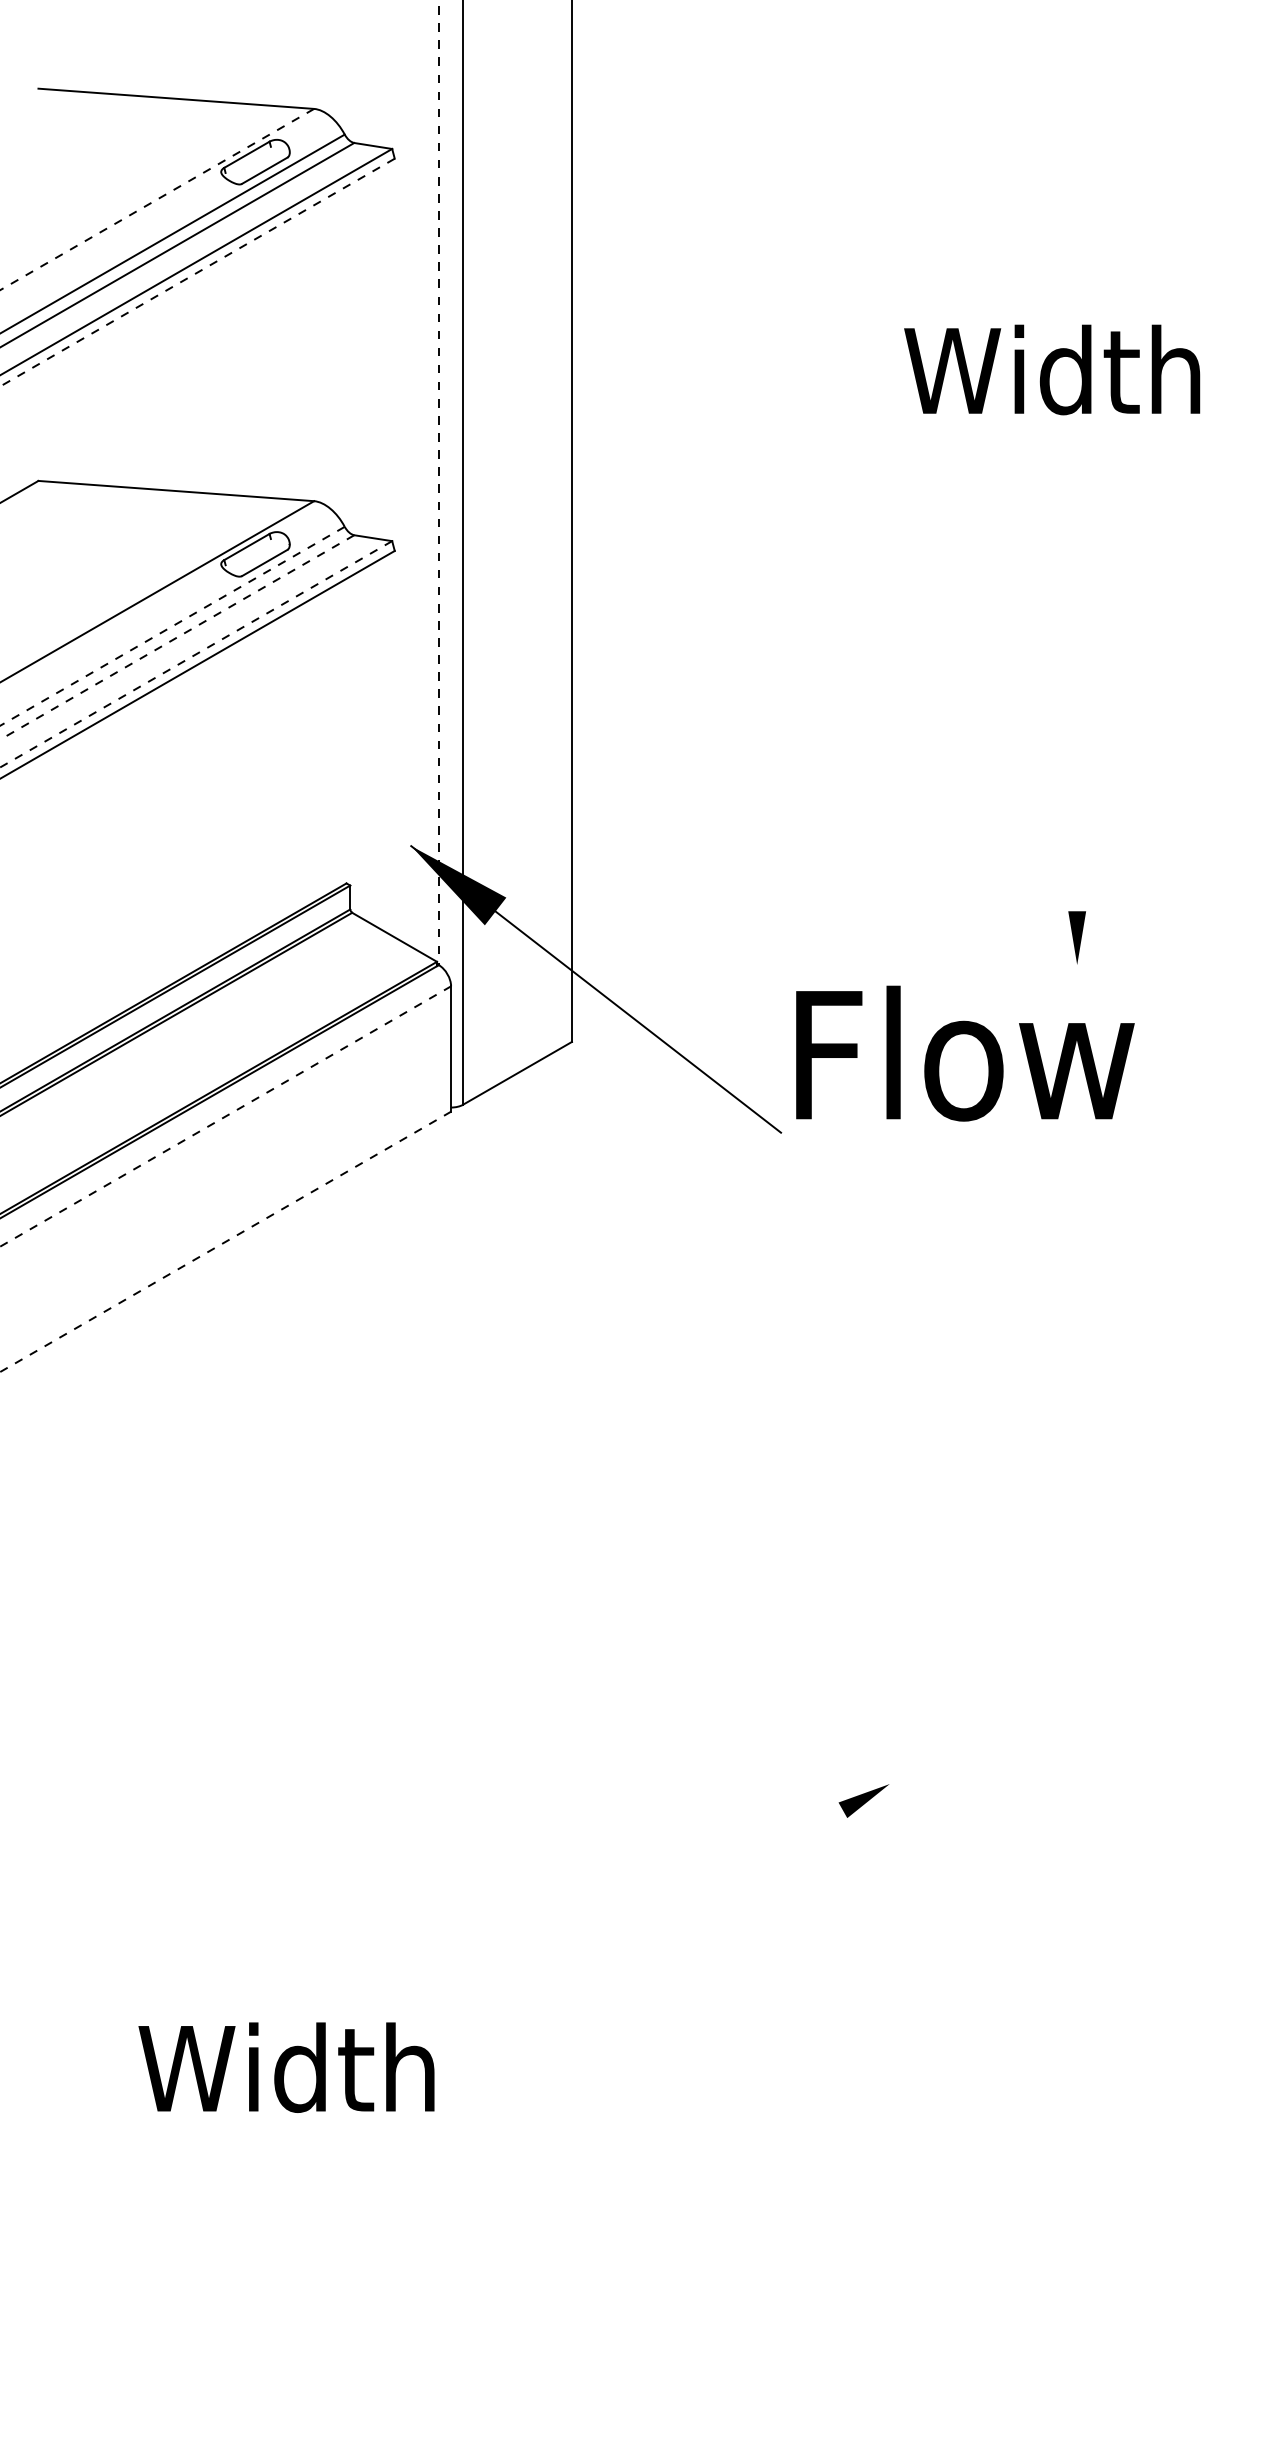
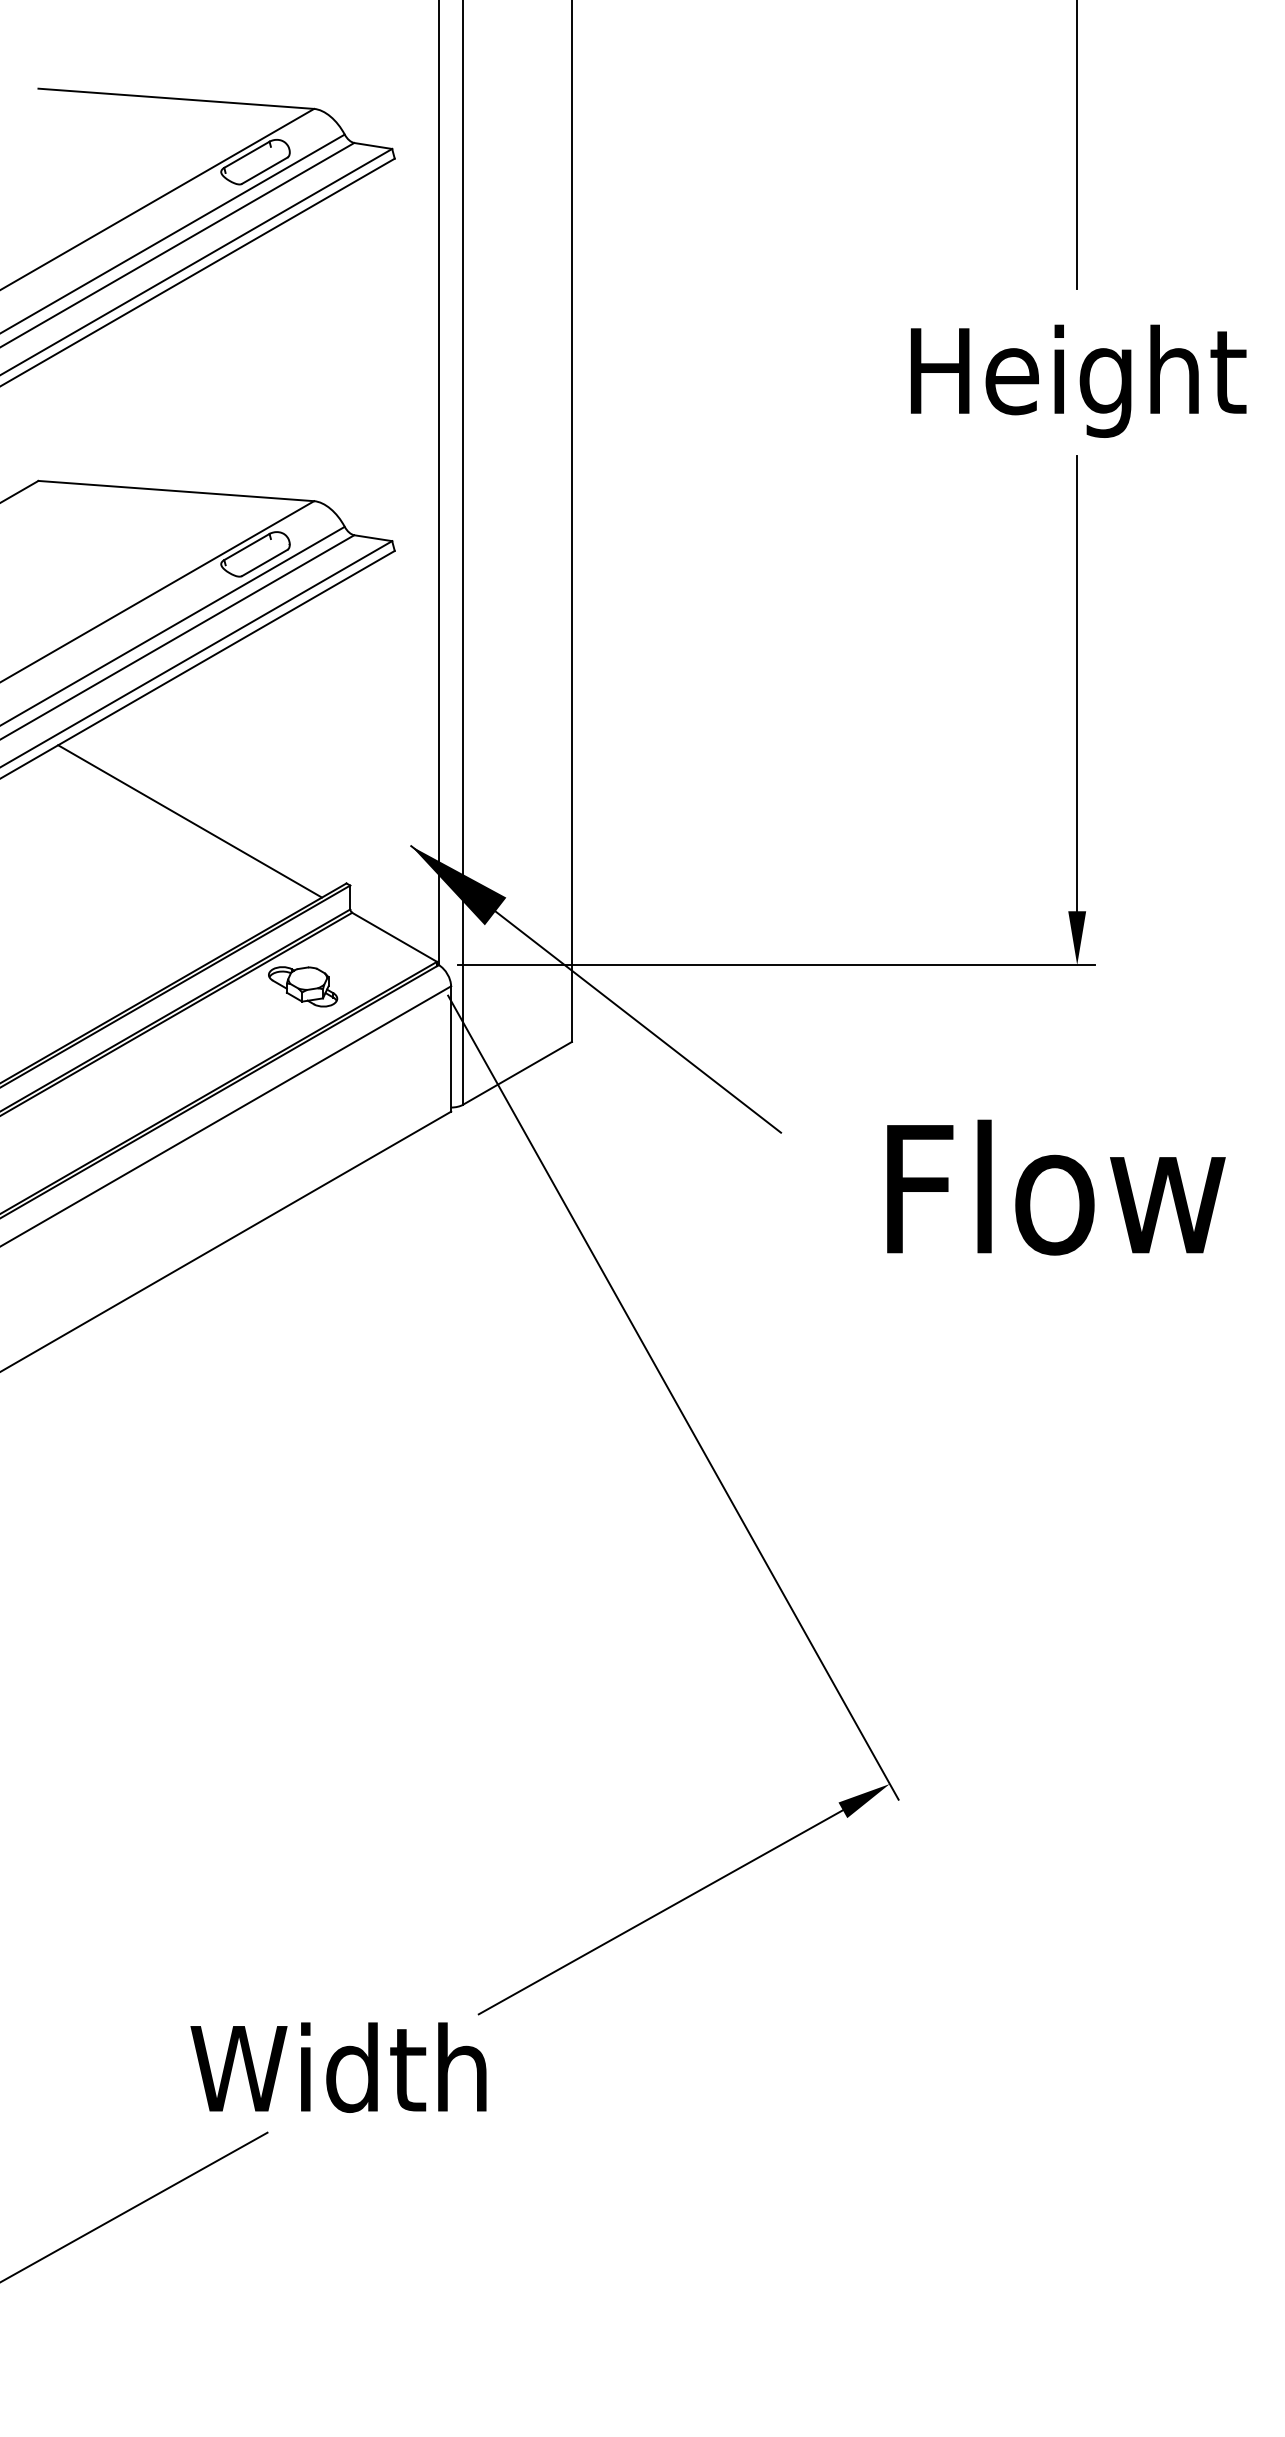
line at (1077, 145): none -> present
line at (156, 199): dashed -> solid
line at (197, 272): dashed -> solid
text at (1075, 380): Width -> Height
line at (438, 483): dashed -> solid
line at (172, 626): dashed -> solid
line at (176, 637): dashed -> solid
line at (195, 654): dashed -> solid
line at (1077, 683): none -> present
line at (189, 821): none -> present
line at (776, 965): none -> present
part at (303, 986): none -> present
text at (965, 1053) position: (965, 1053) -> (1056, 1187)
line at (226, 1116): dashed -> solid
line at (226, 1241): dashed -> solid
line at (673, 1397): none -> present
line at (660, 1912): none -> present
text at (286, 2067) position: (286, 2067) -> (338, 2067)
line at (134, 2206): none -> present
